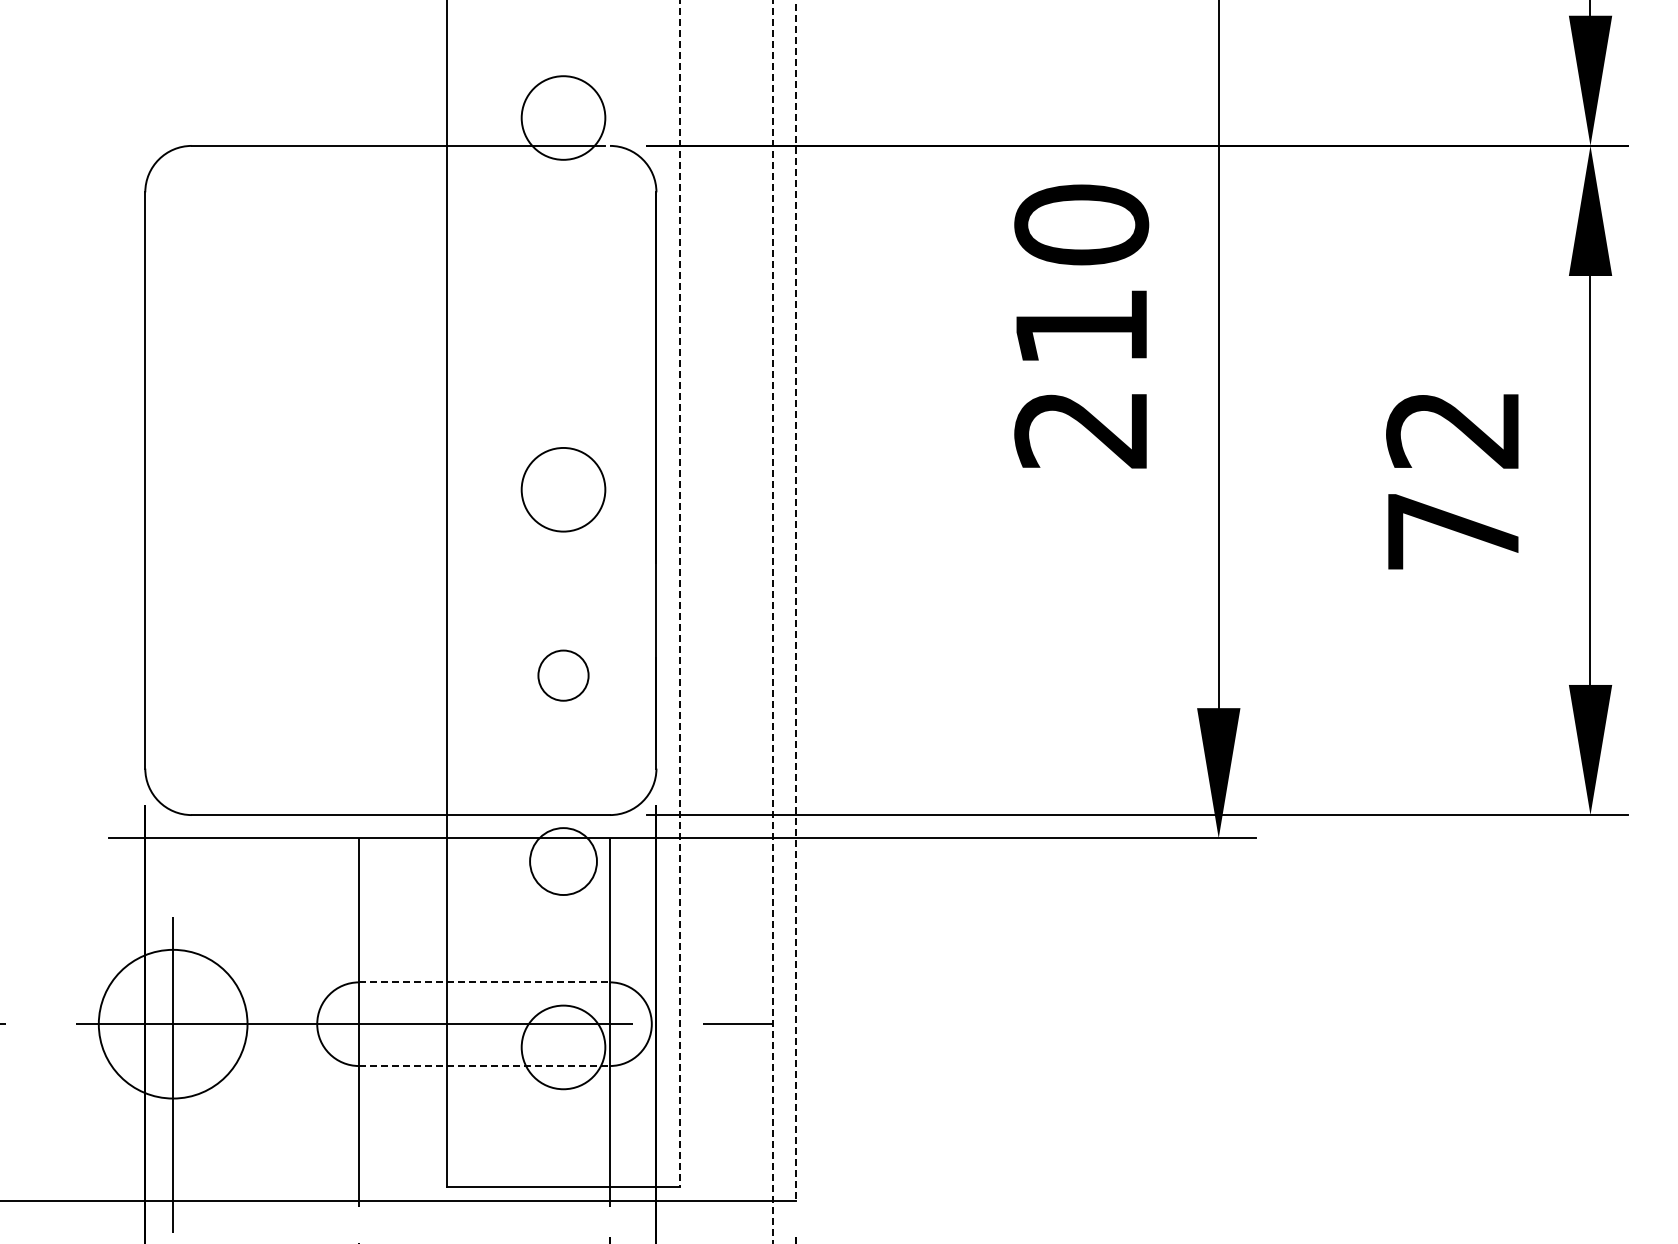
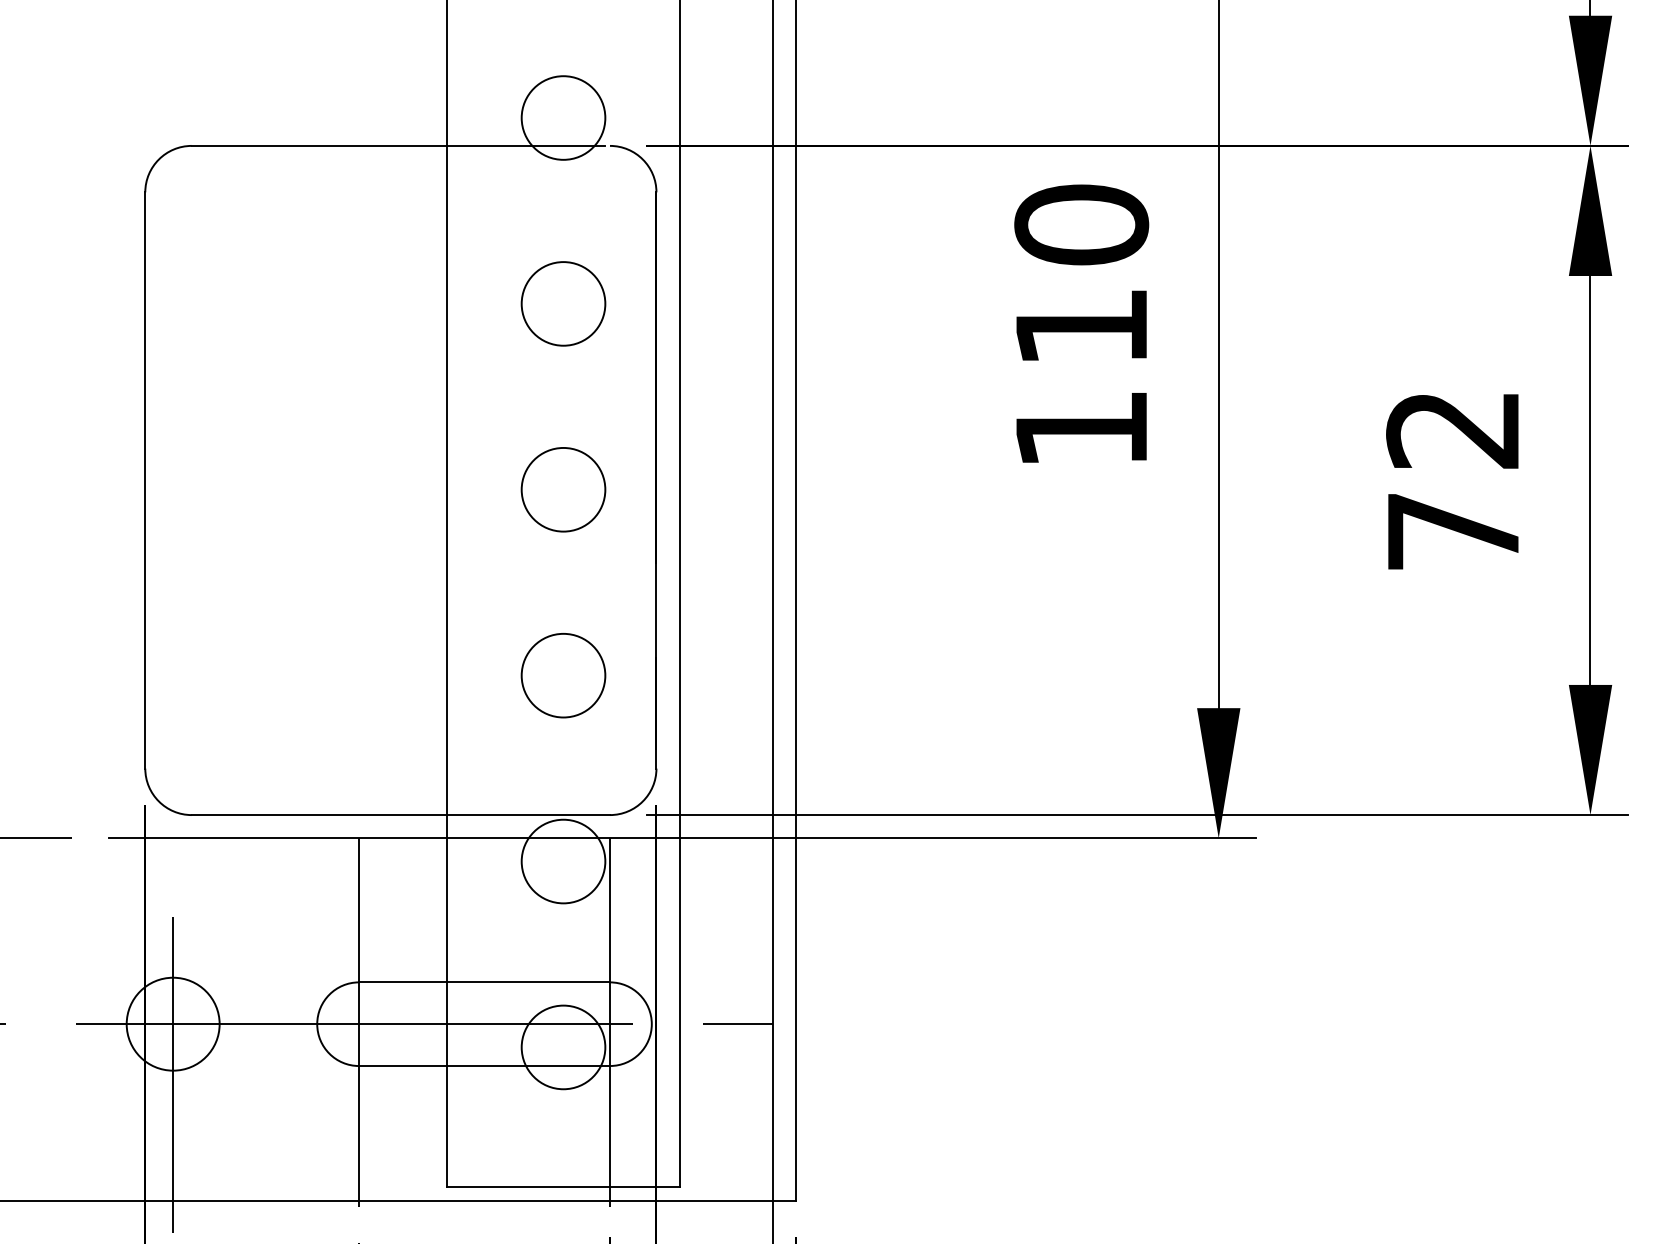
circle at (563, 303): none -> present
text at (1080, 430): 210 -> 110
line at (679, 593): dashed -> solid
line at (795, 600): dashed -> solid
line at (772, 622): dashed -> solid
circle at (563, 675) diameter: 50 px -> 84 px
line at (36, 838): none -> present
circle at (563, 861) diameter: 67 px -> 84 px
line at (485, 982): dashed -> solid
circle at (172, 1023) diameter: 149 px -> 93 px
line at (485, 1066): dashed -> solid
